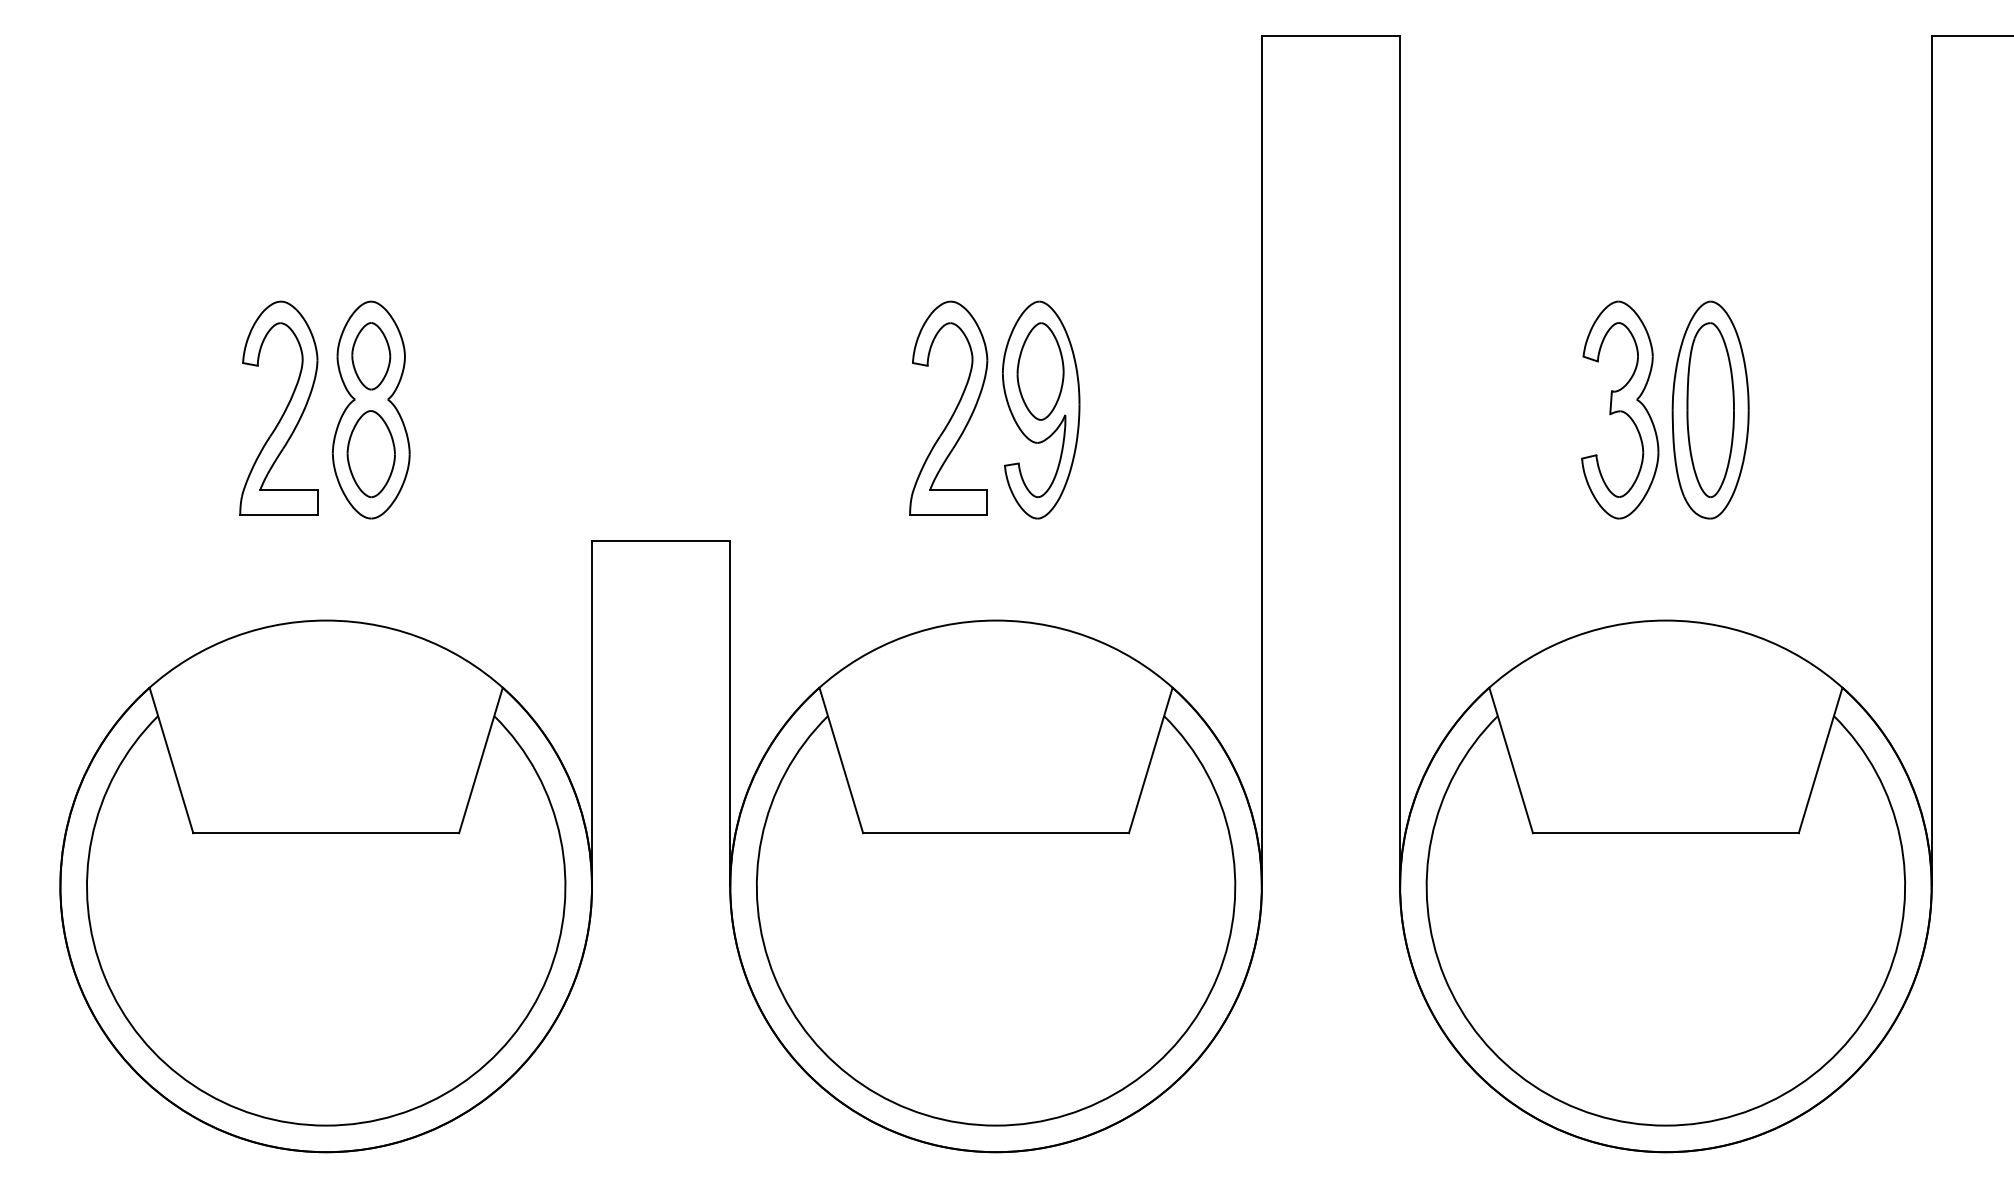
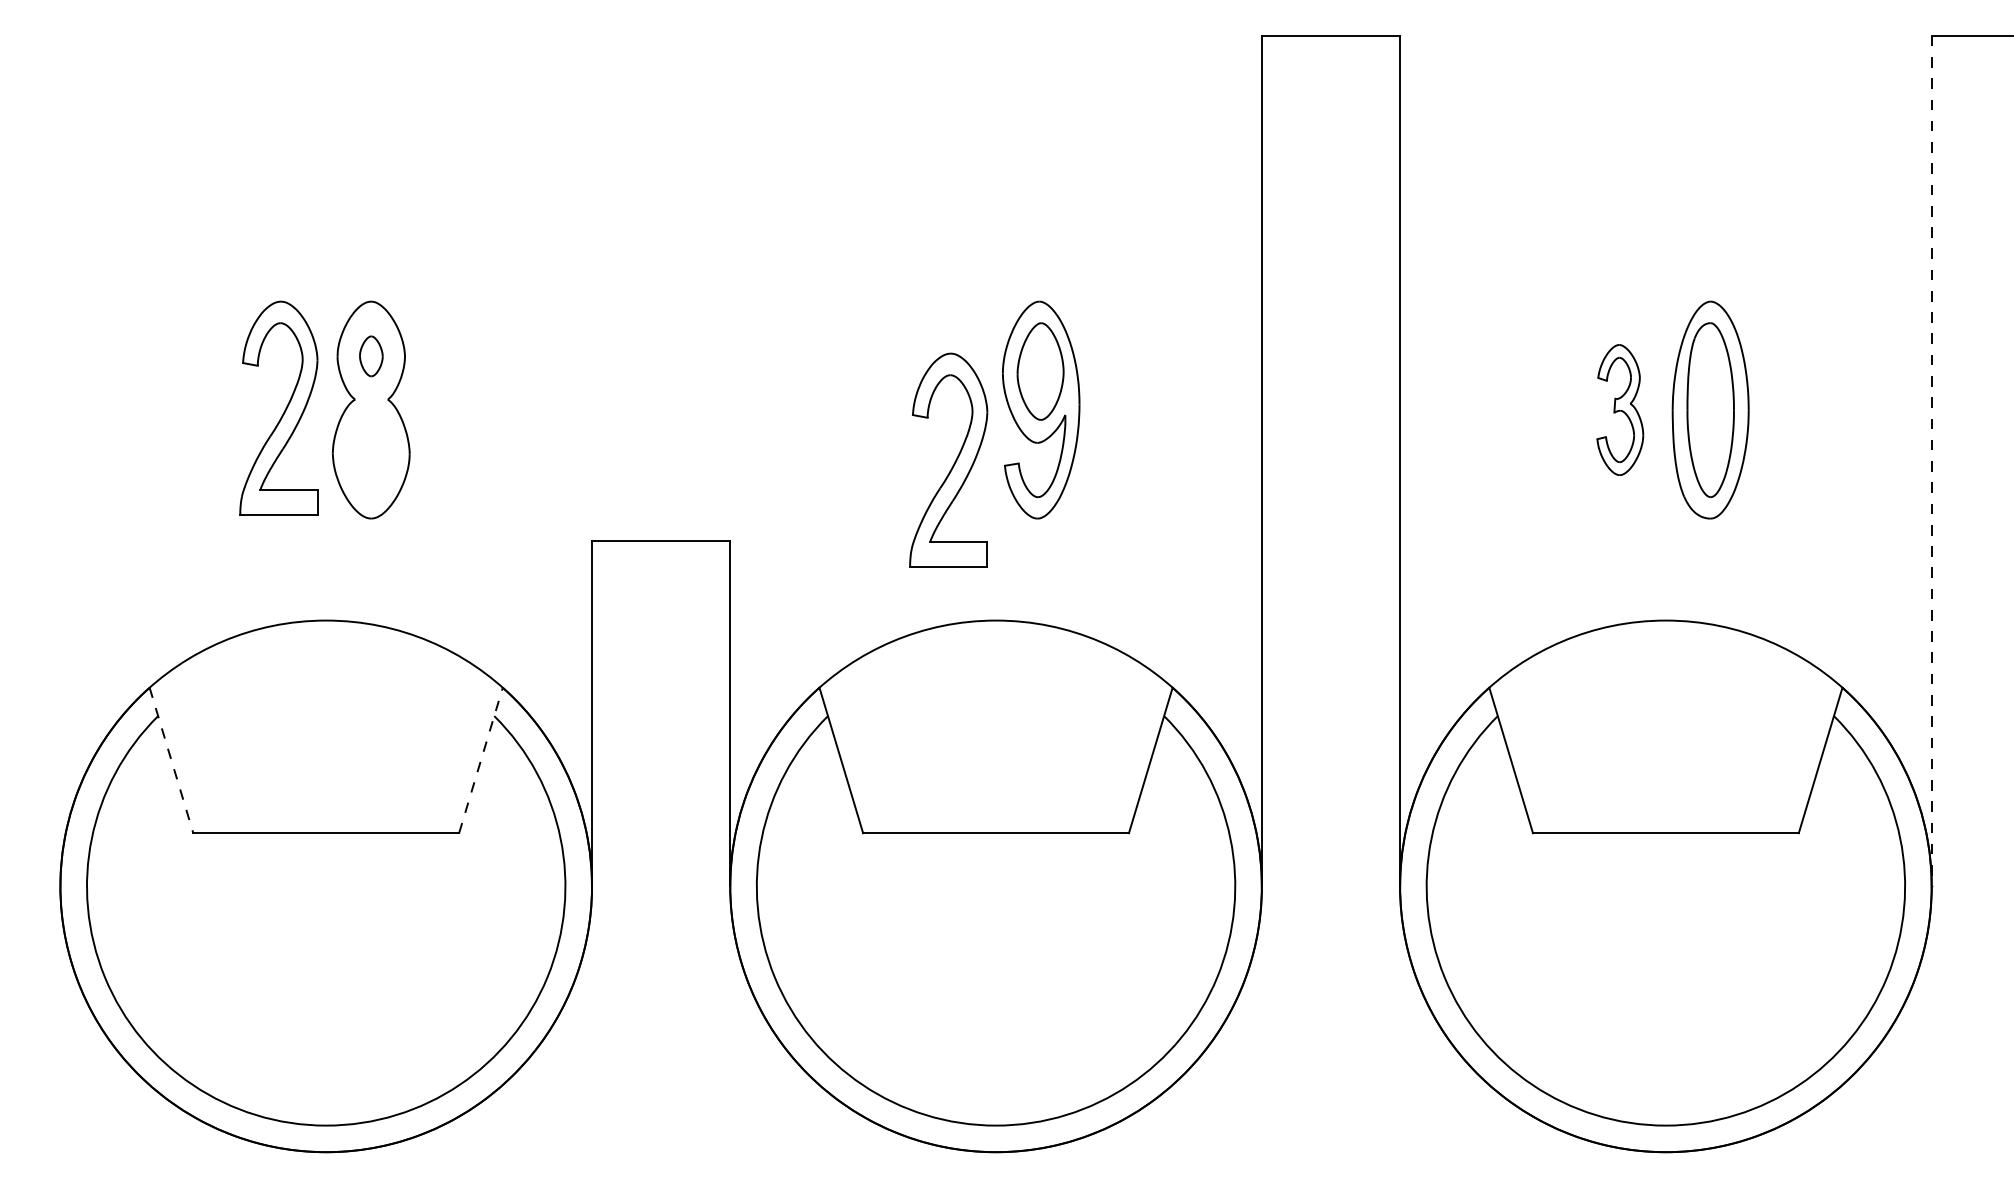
part at (371, 356) size: 41x69 px -> 25x43 px
part at (954, 409) position: (954, 409) -> (954, 461)
part at (1620, 409) size: 79x220 px -> 49x132 px
part at (370, 454): present -> none
line at (1931, 461): solid -> dashed
line at (171, 760): solid -> dashed
line at (480, 760): solid -> dashed
